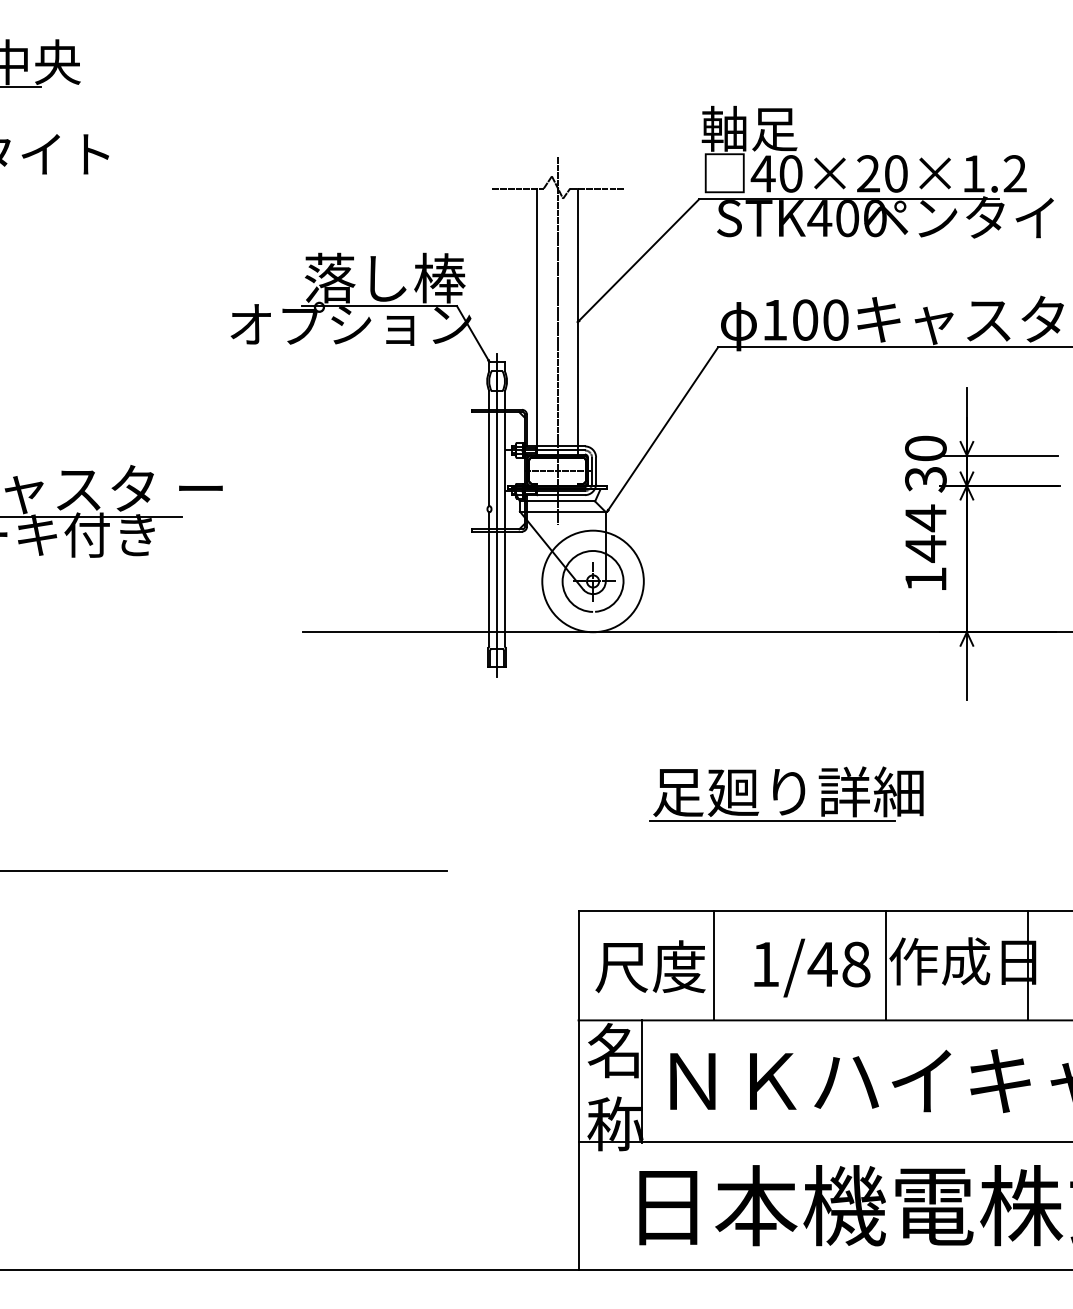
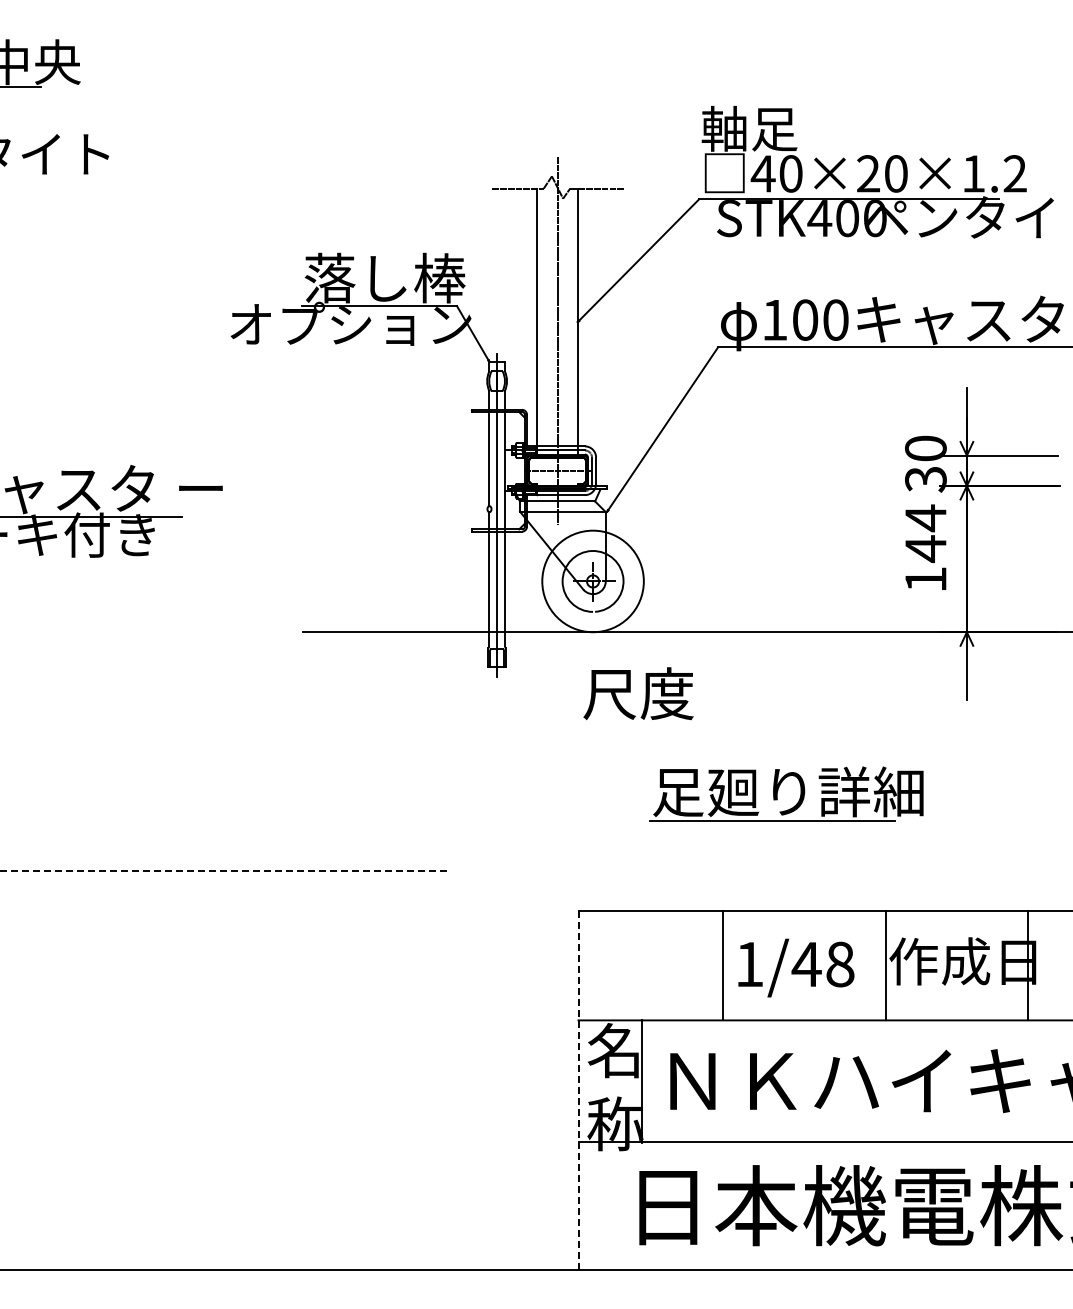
line at (223, 871): solid -> dashed
line at (713, 965) position: (713, 965) -> (722, 965)
text at (650, 966) position: (650, 966) -> (638, 693)
text at (812, 967) position: (812, 967) -> (796, 967)
line at (578, 1089): solid -> dashed
